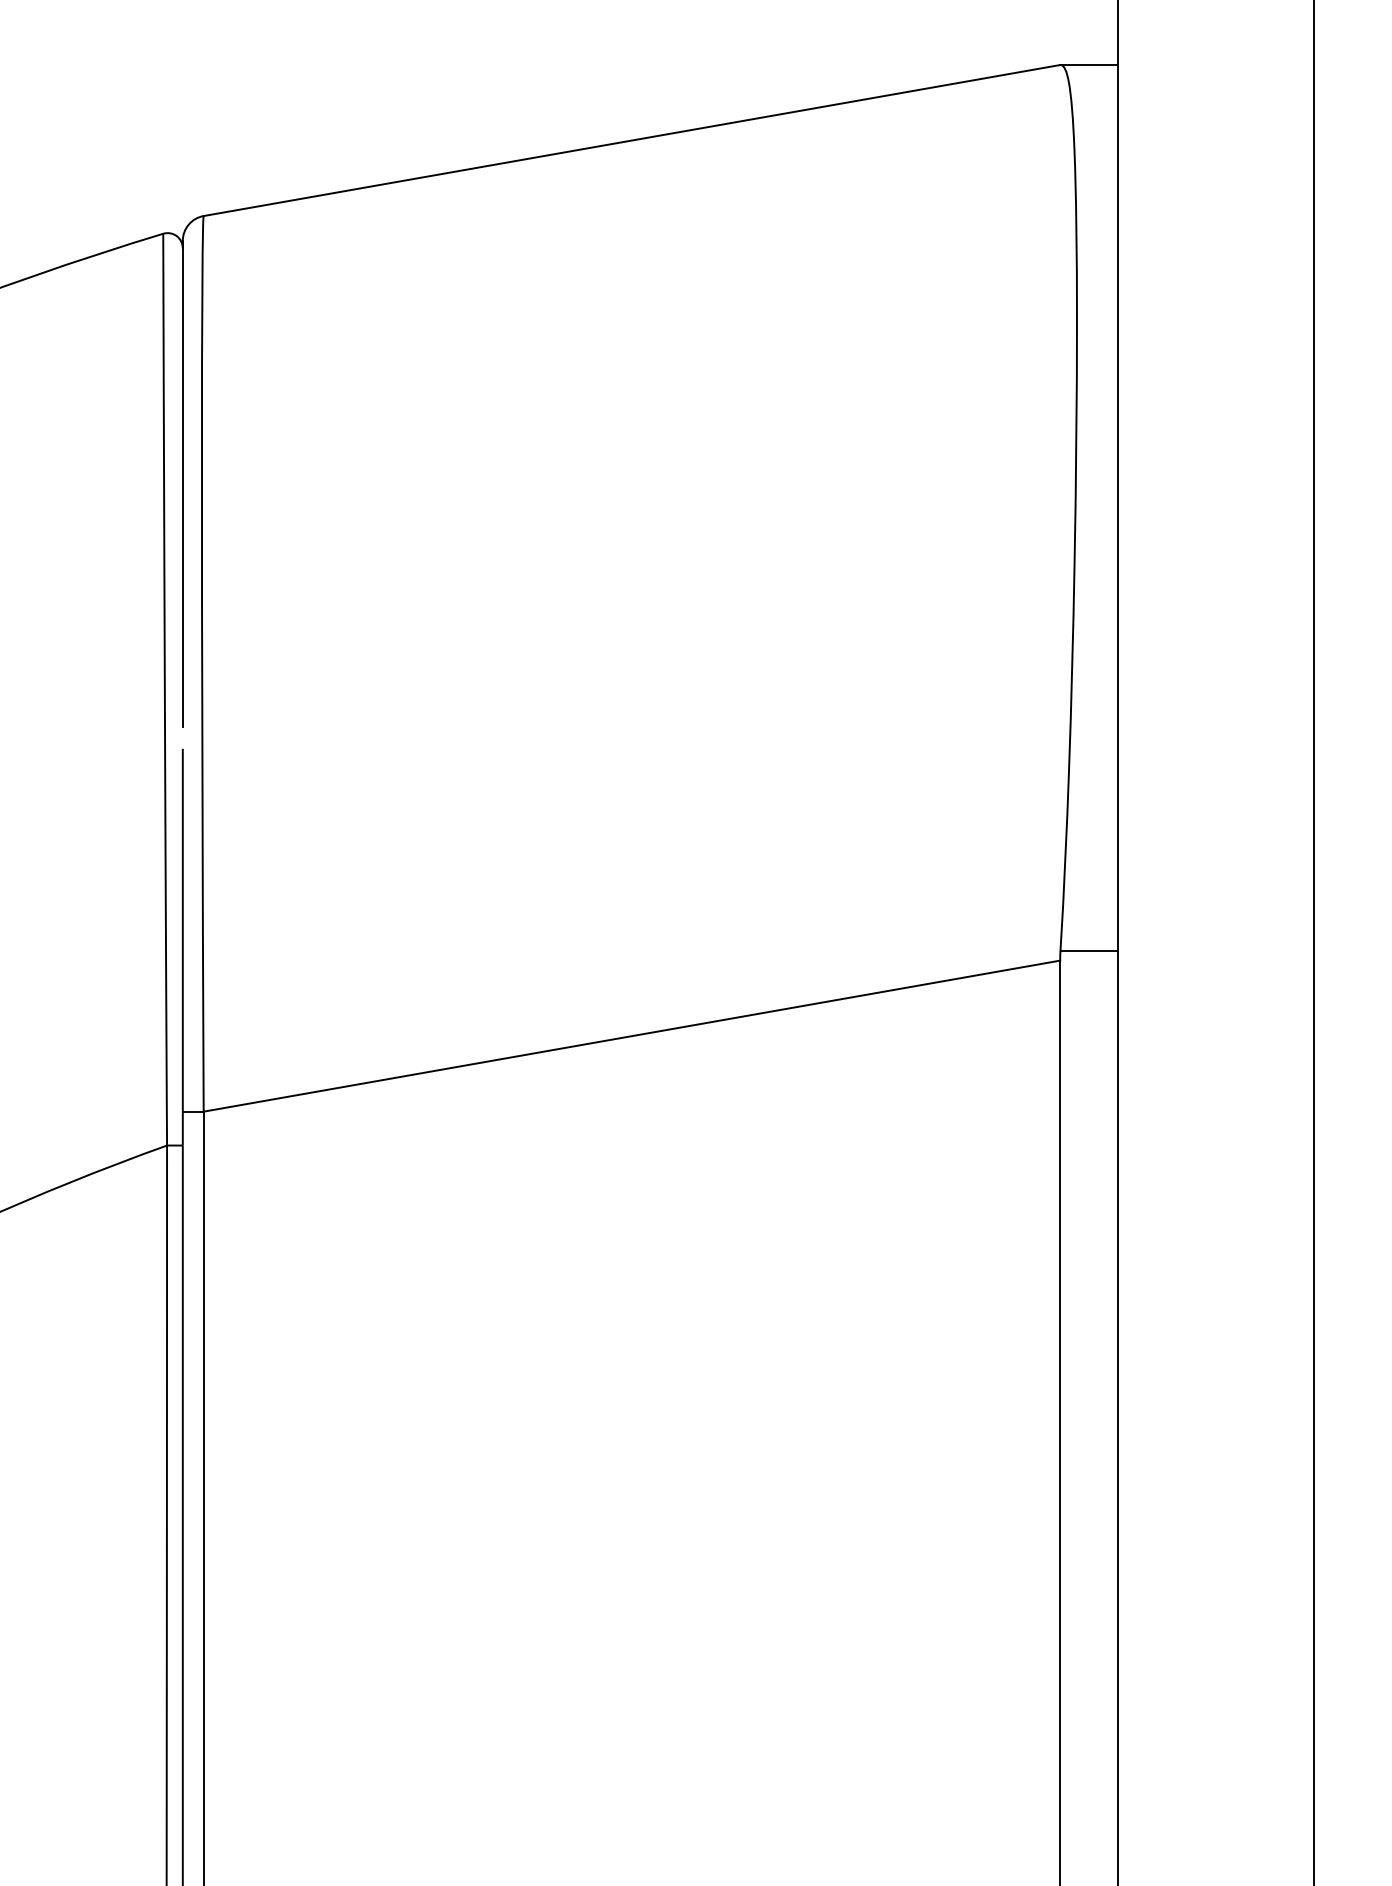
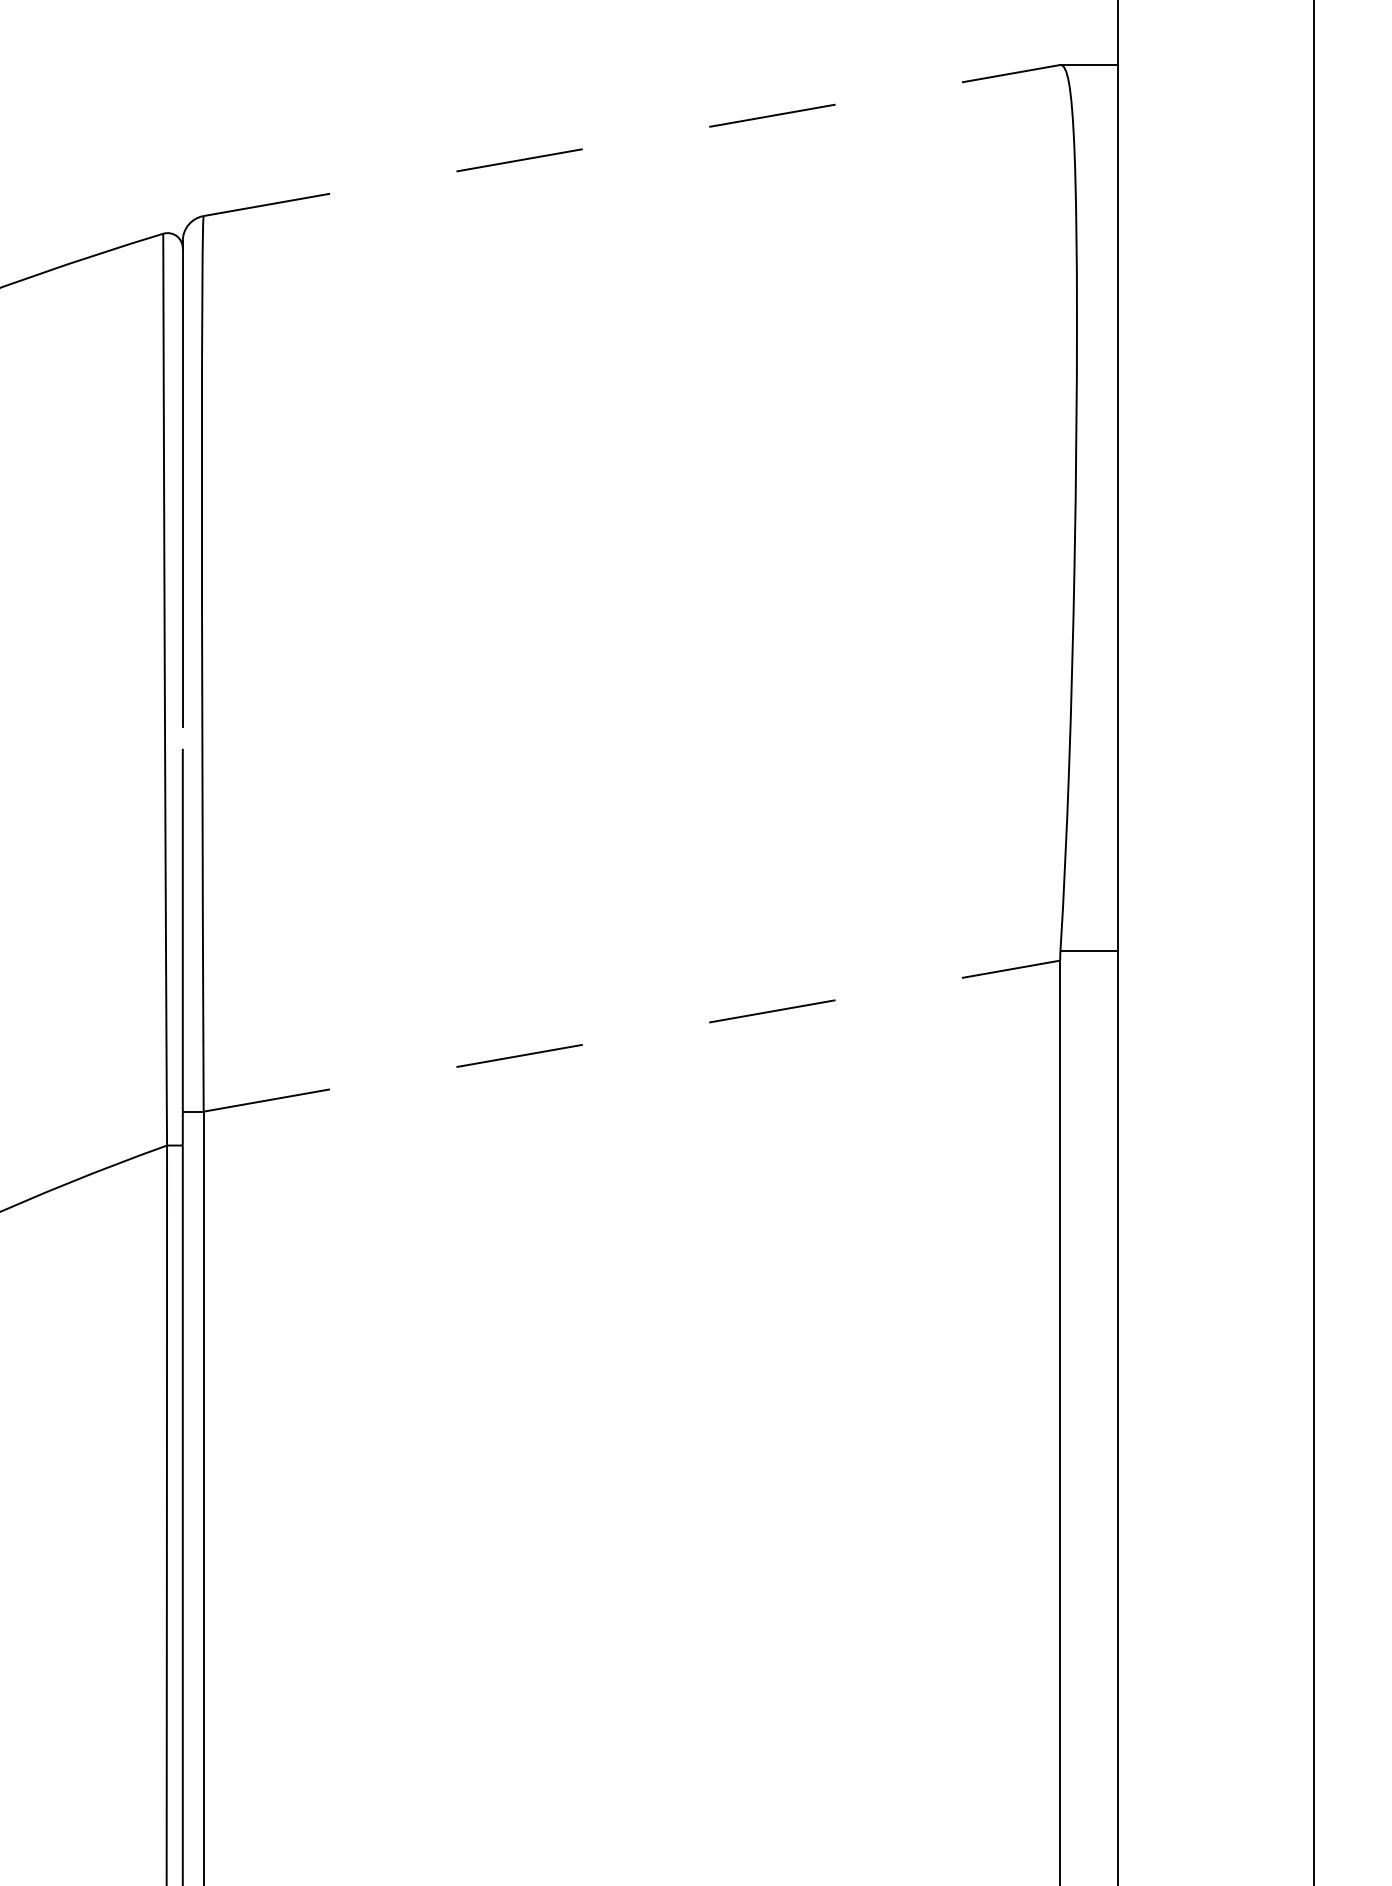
line at (631, 140): solid -> dashed
line at (631, 1036): solid -> dashed
